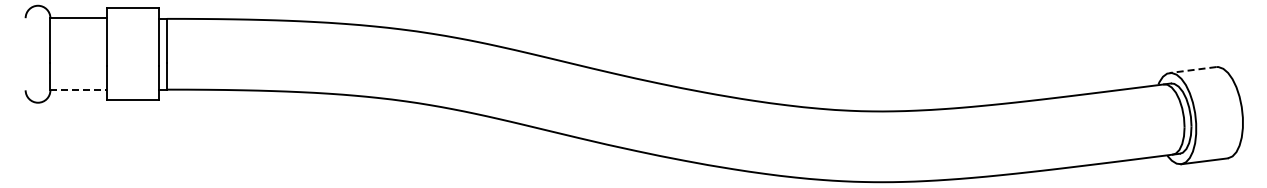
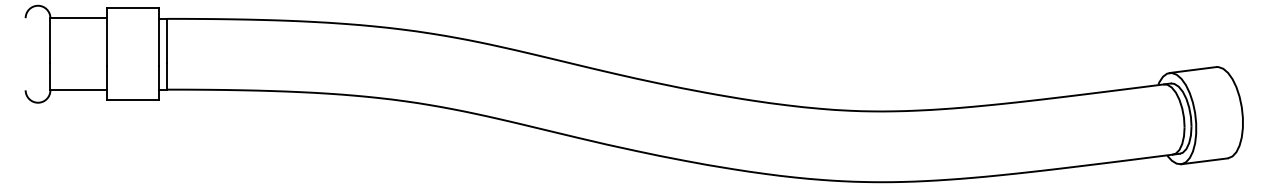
line at (1193, 70): dashed -> solid
line at (79, 90): dashed -> solid
